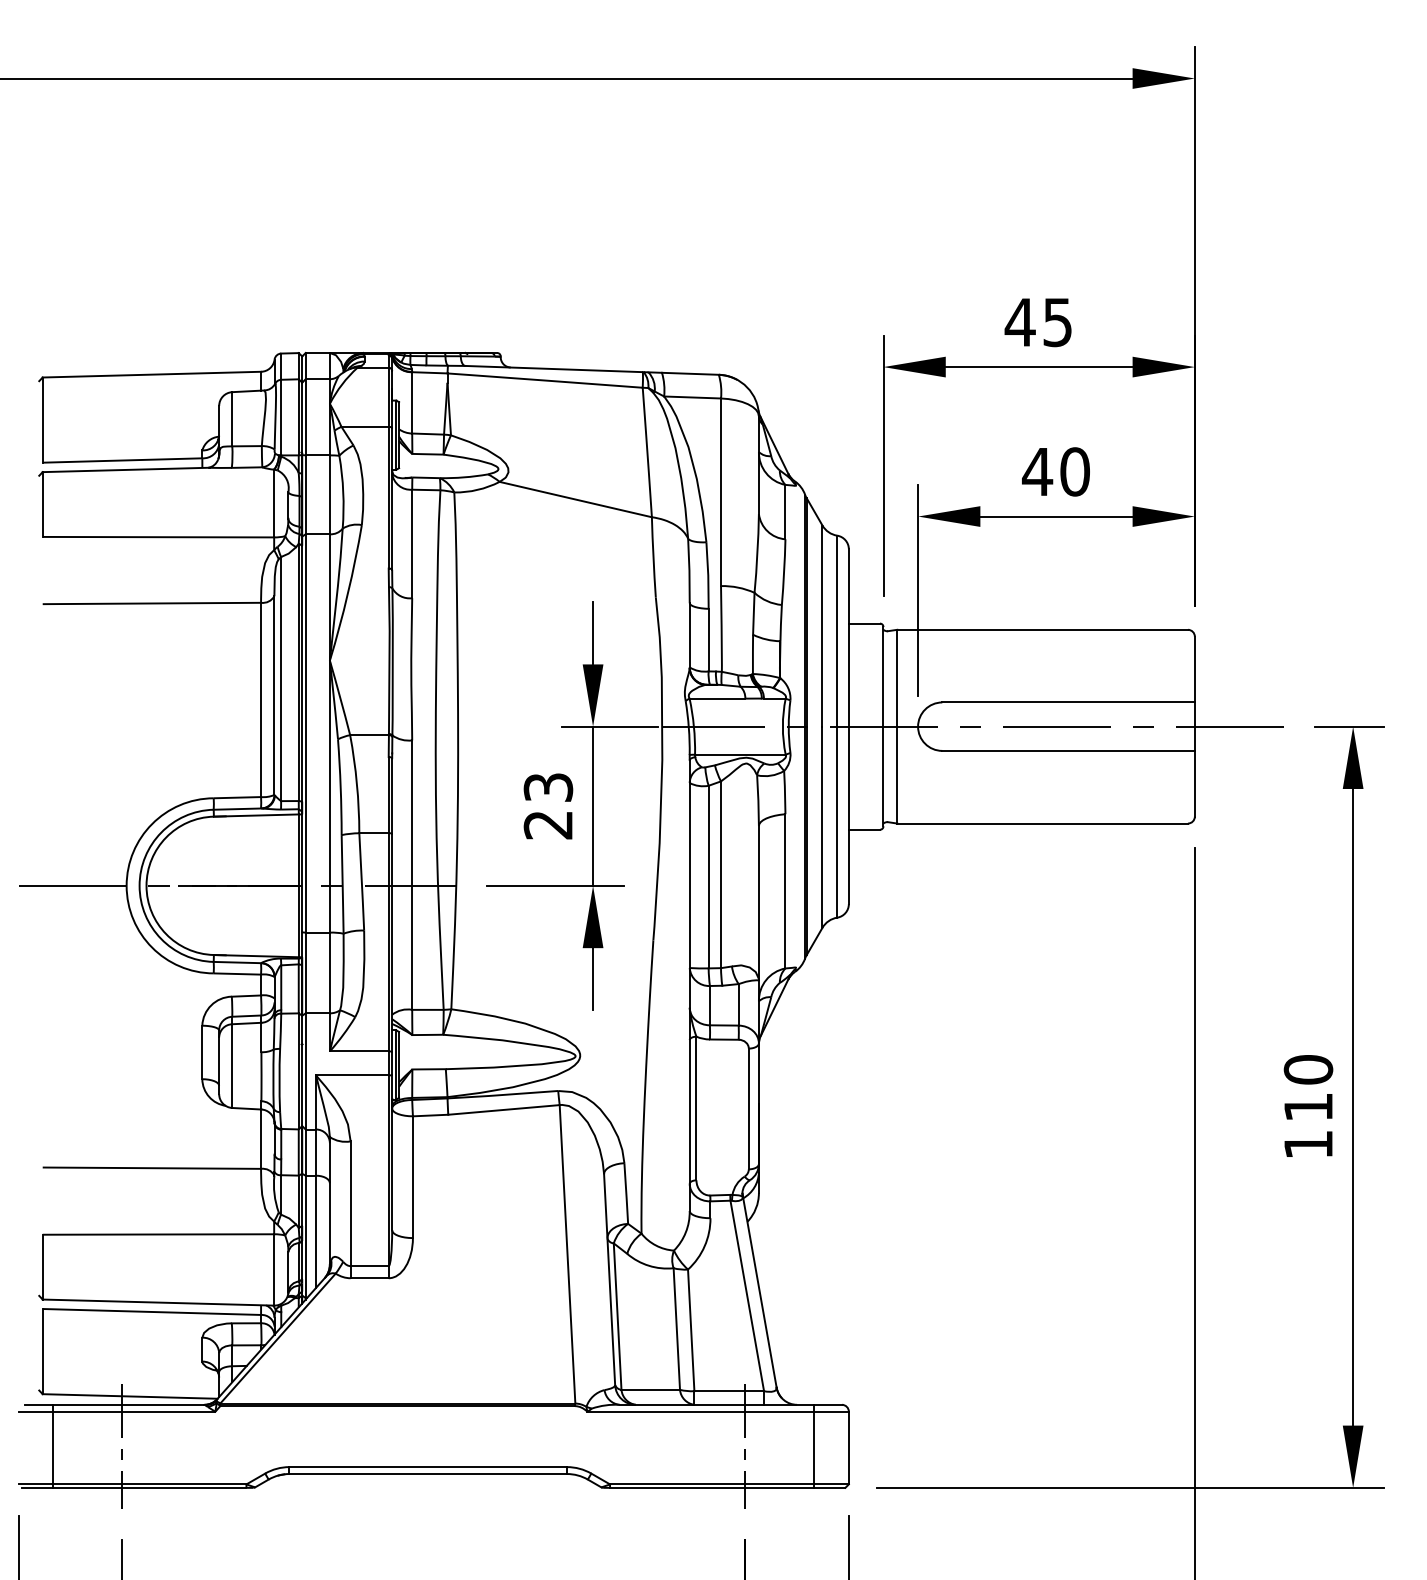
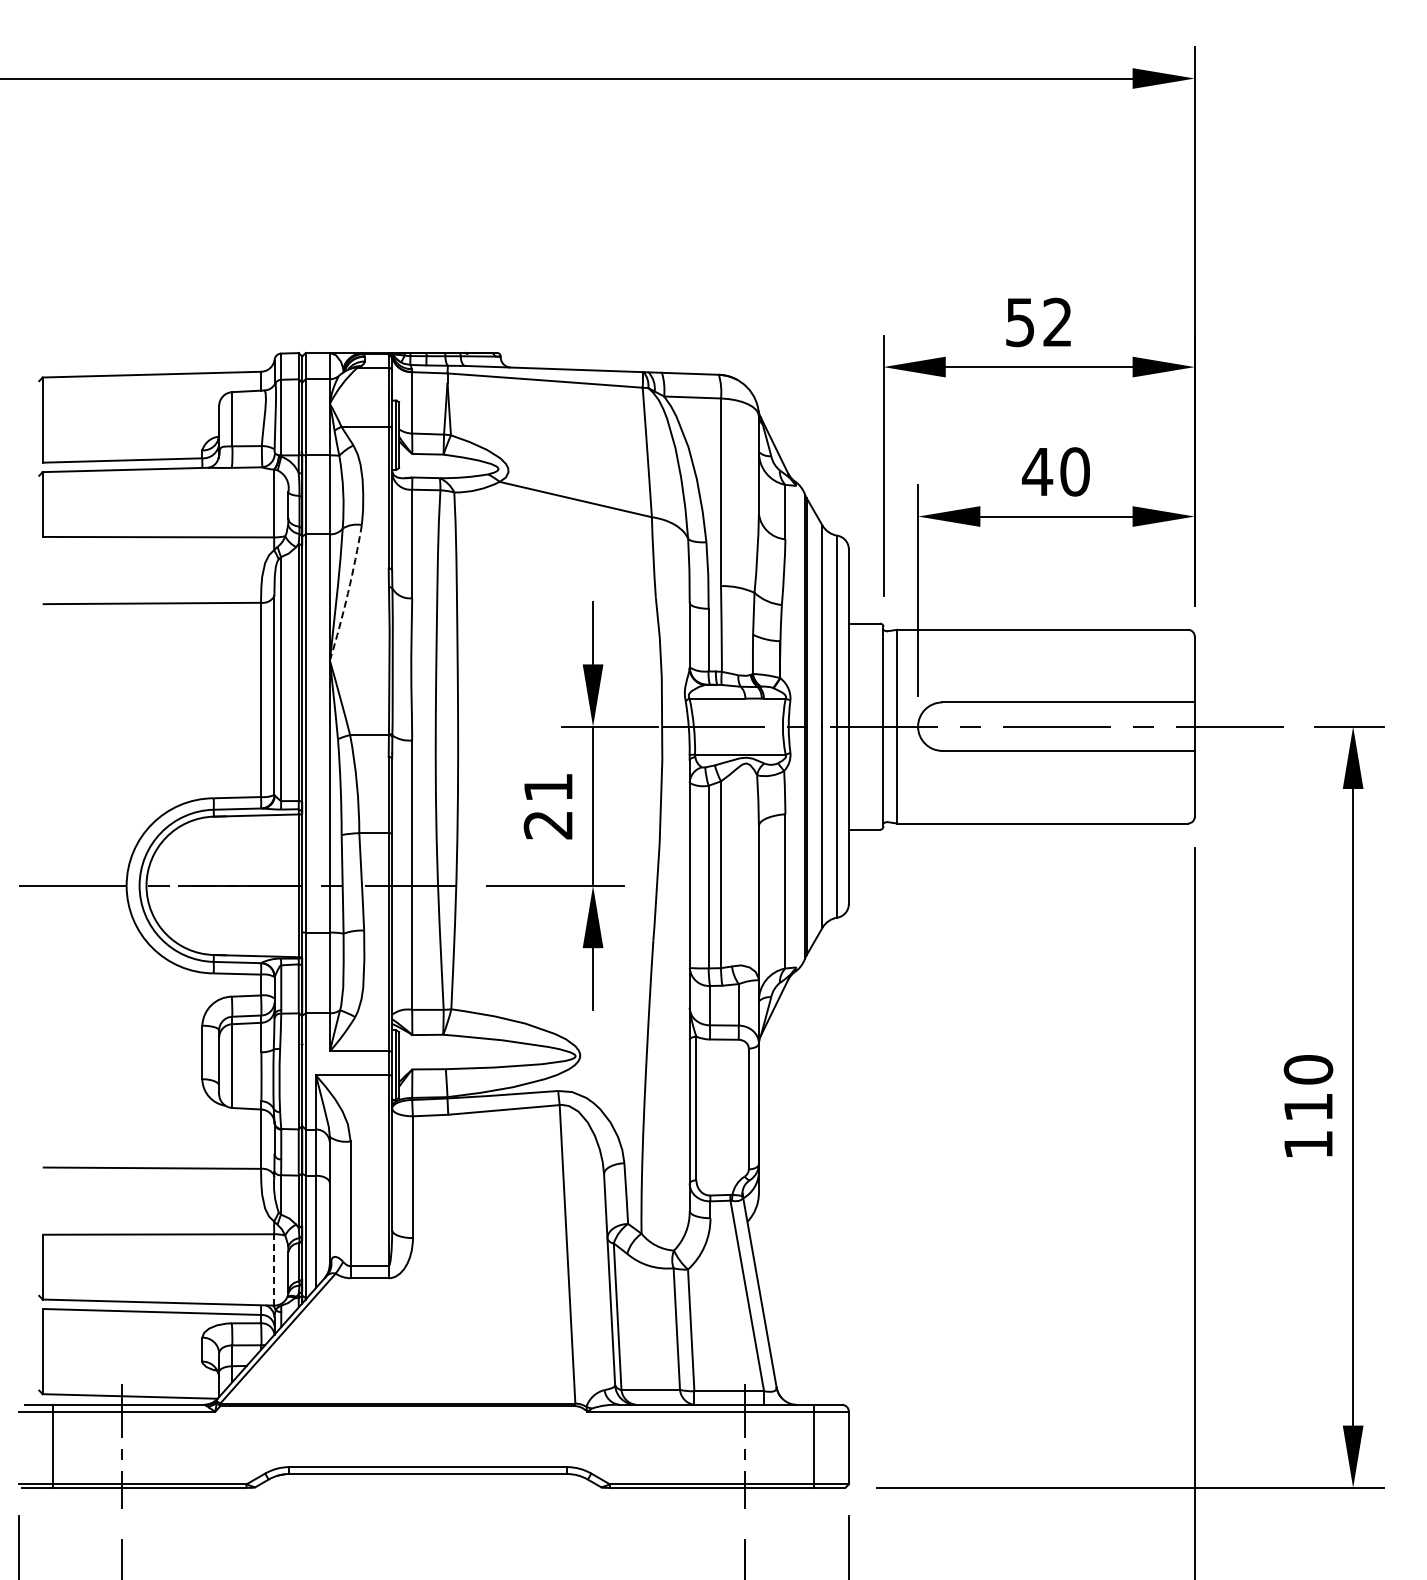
text at (1037, 322): 45 -> 52
arc at (347, 593): solid -> dashed
text at (548, 787): 23 -> 21
line at (274, 1269): solid -> dashed
